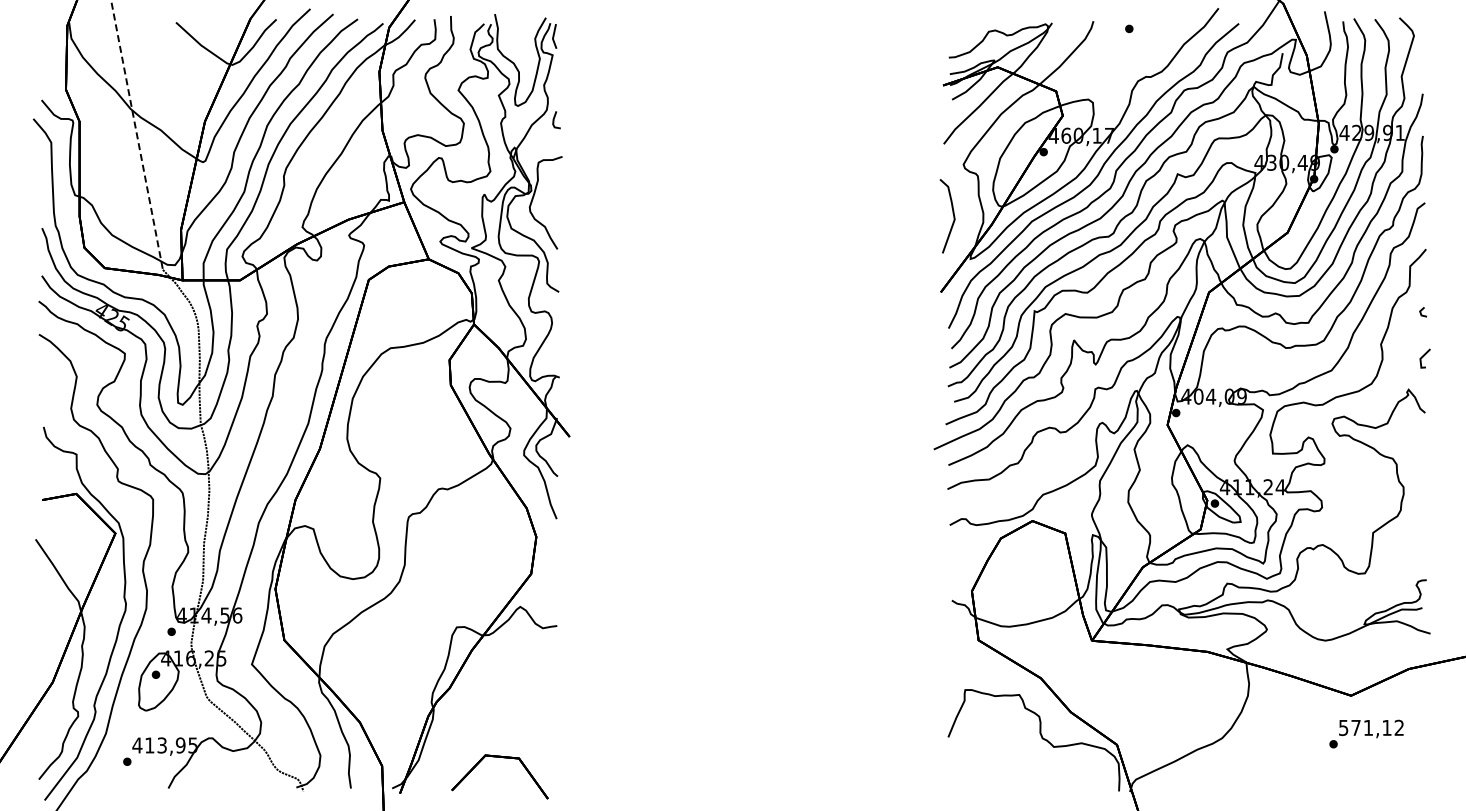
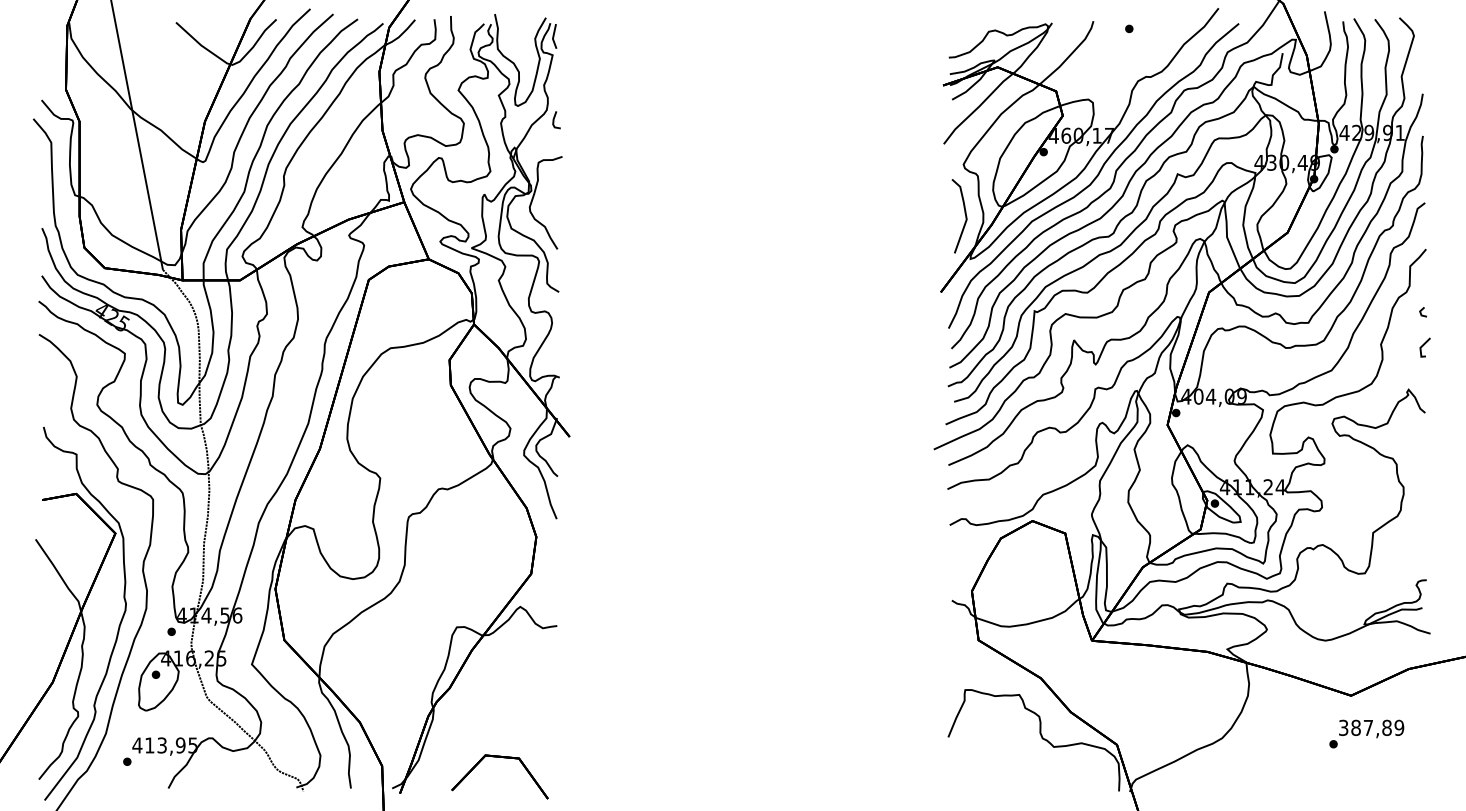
line at (137, 135): dashed -> solid
line at (952, 213) position: (952, 213) -> (964, 213)
line at (1423, 357) position: (1423, 357) -> (1423, 346)
text at (1371, 727): 571,12 -> 387,89
